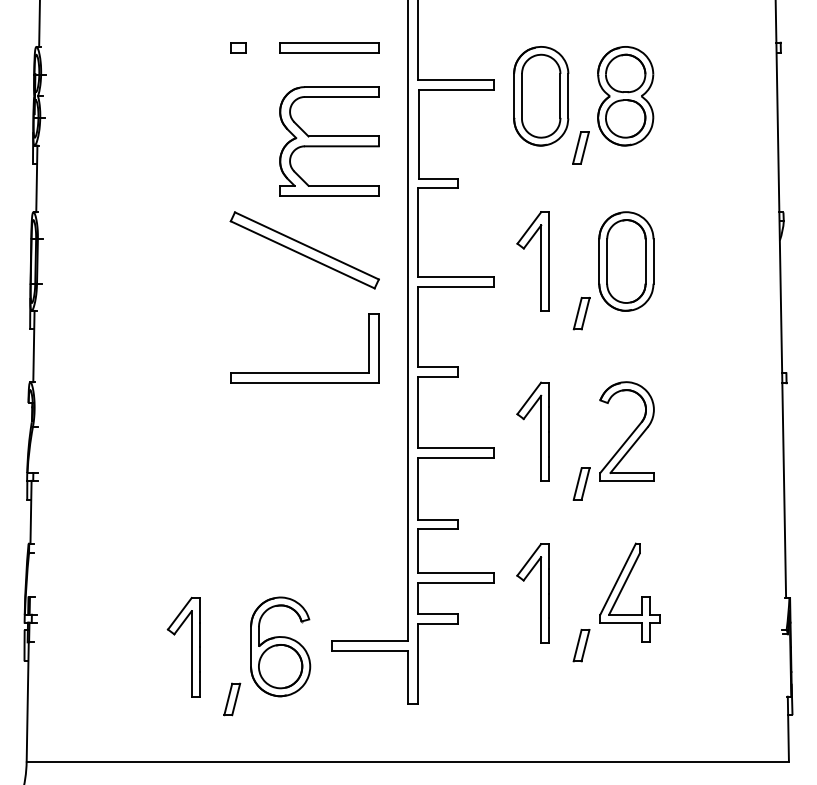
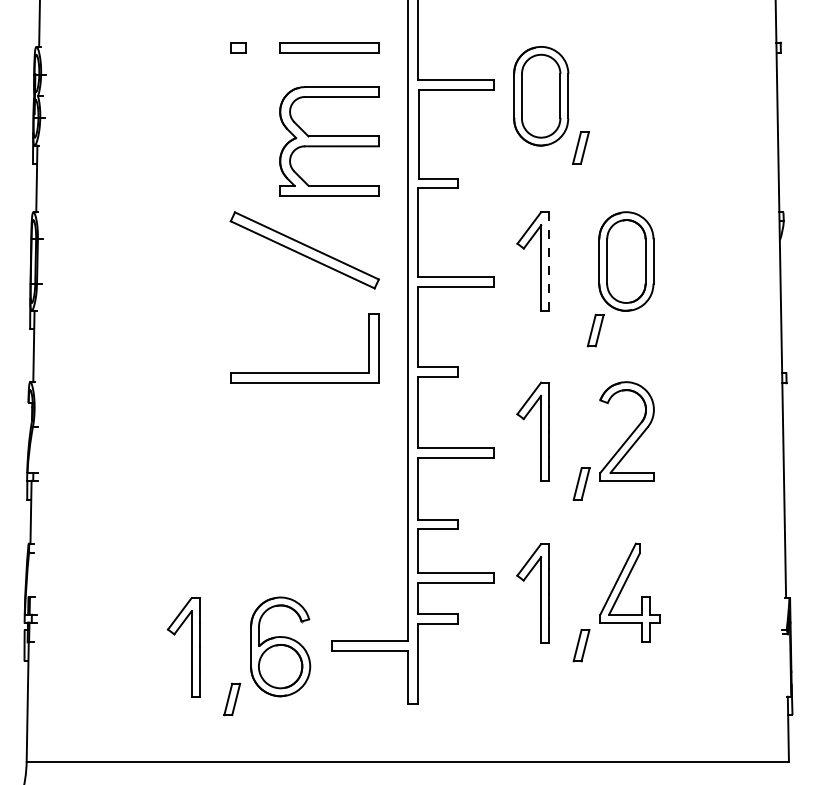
part at (625, 96): present -> none
line at (549, 261): solid -> dashed
part at (581, 313) position: (581, 313) -> (595, 330)
